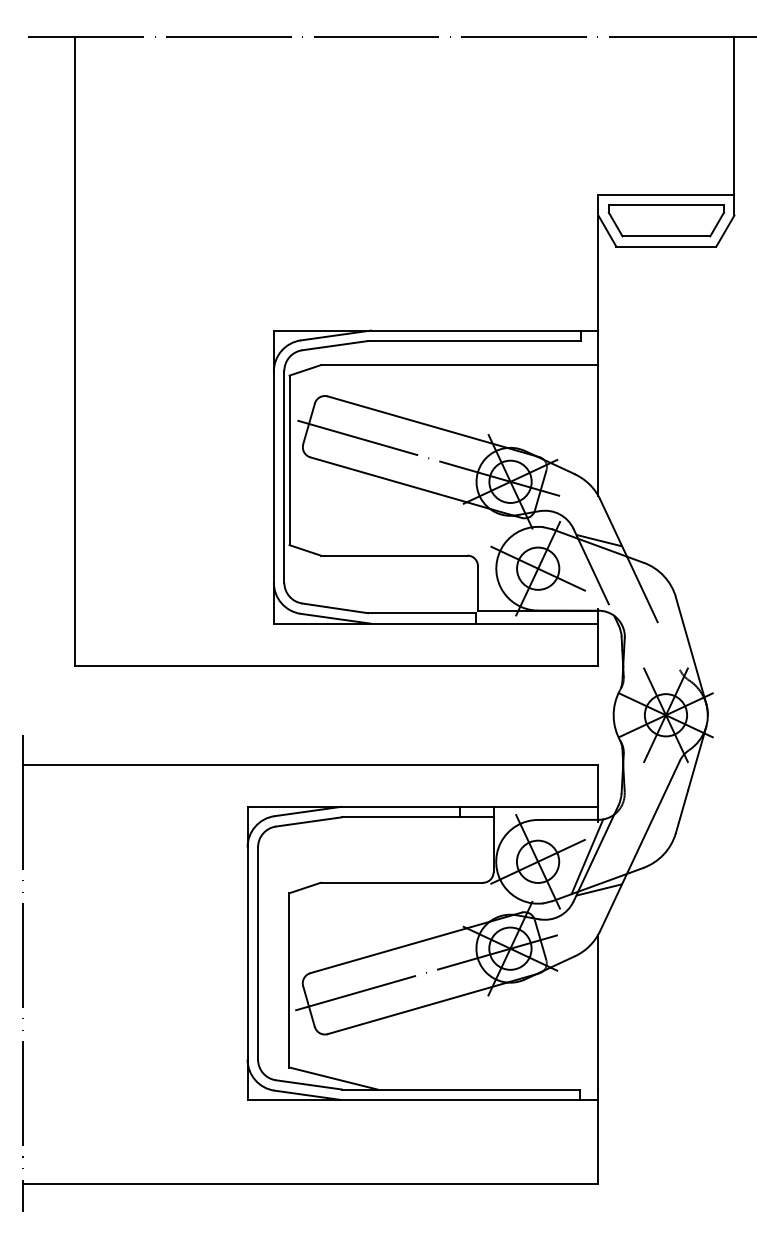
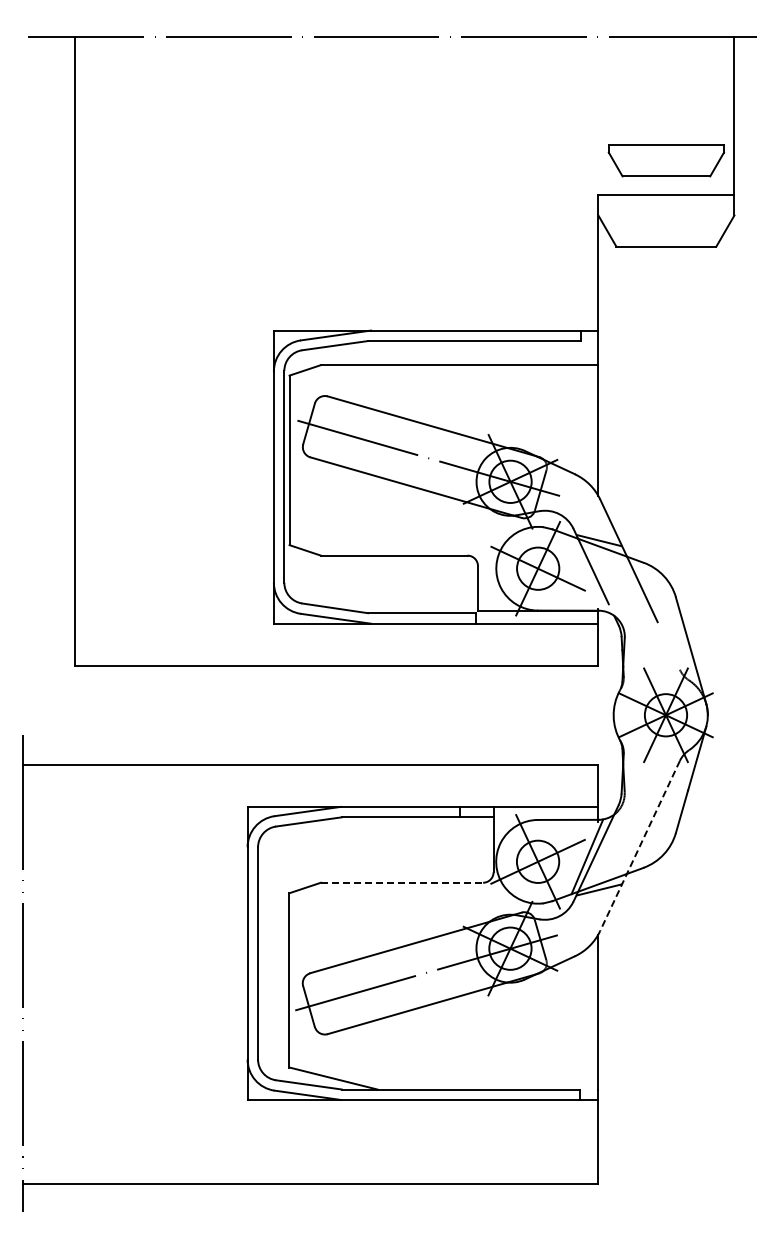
part at (665, 220) position: (665, 220) -> (665, 160)
line at (640, 846): solid -> dashed
line at (402, 882): solid -> dashed
